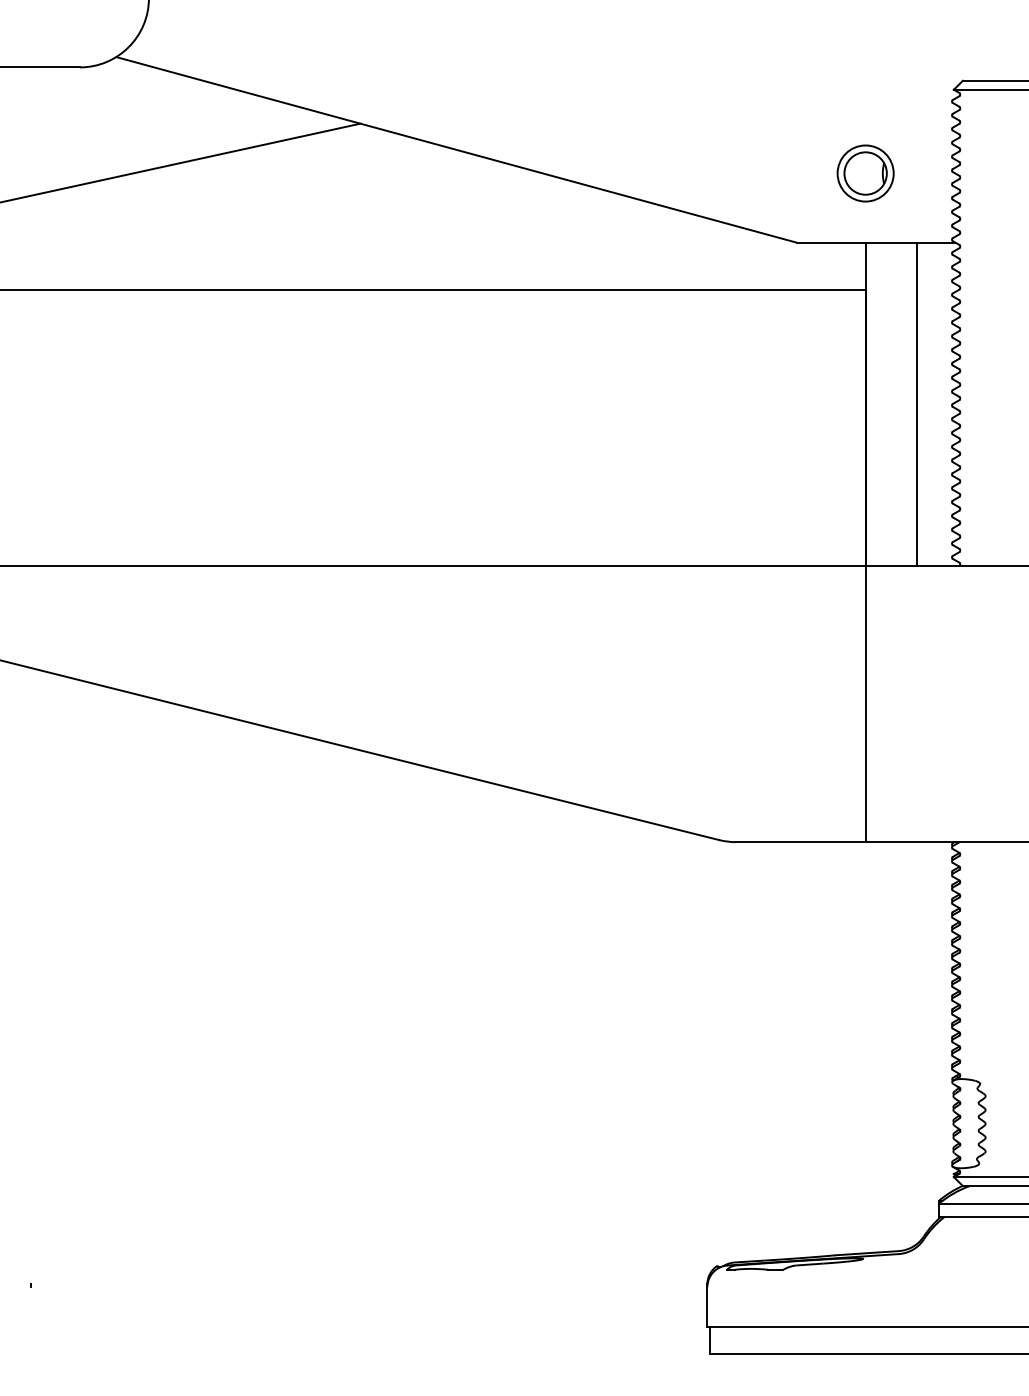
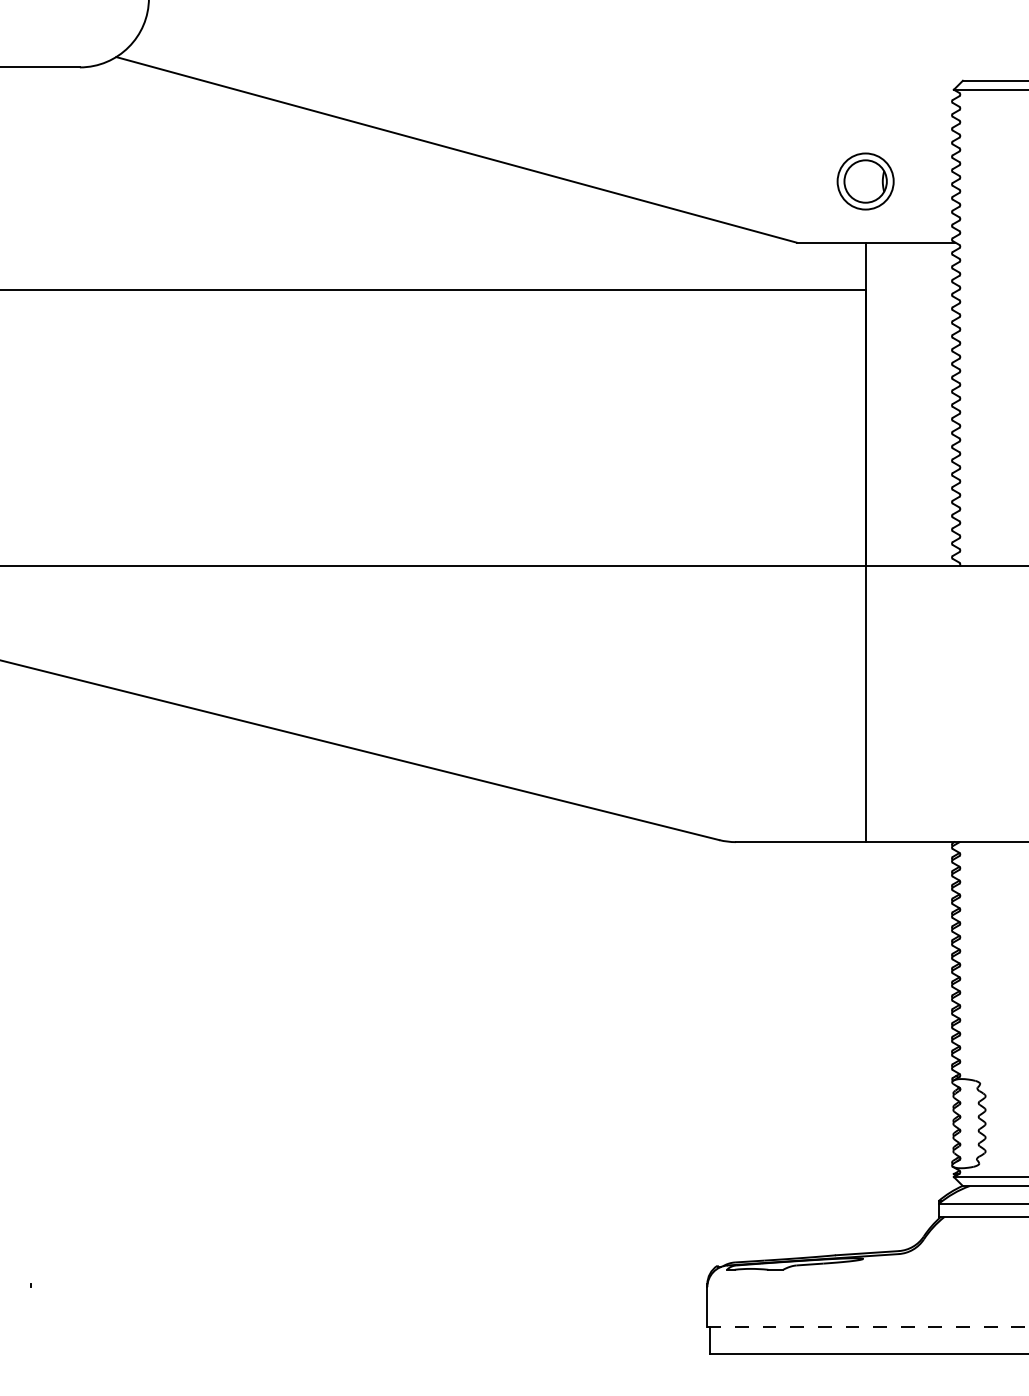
line at (181, 162): present -> none
part at (865, 173) position: (865, 173) -> (865, 181)
line at (917, 403): present -> none
line at (868, 1326): solid -> dashed
